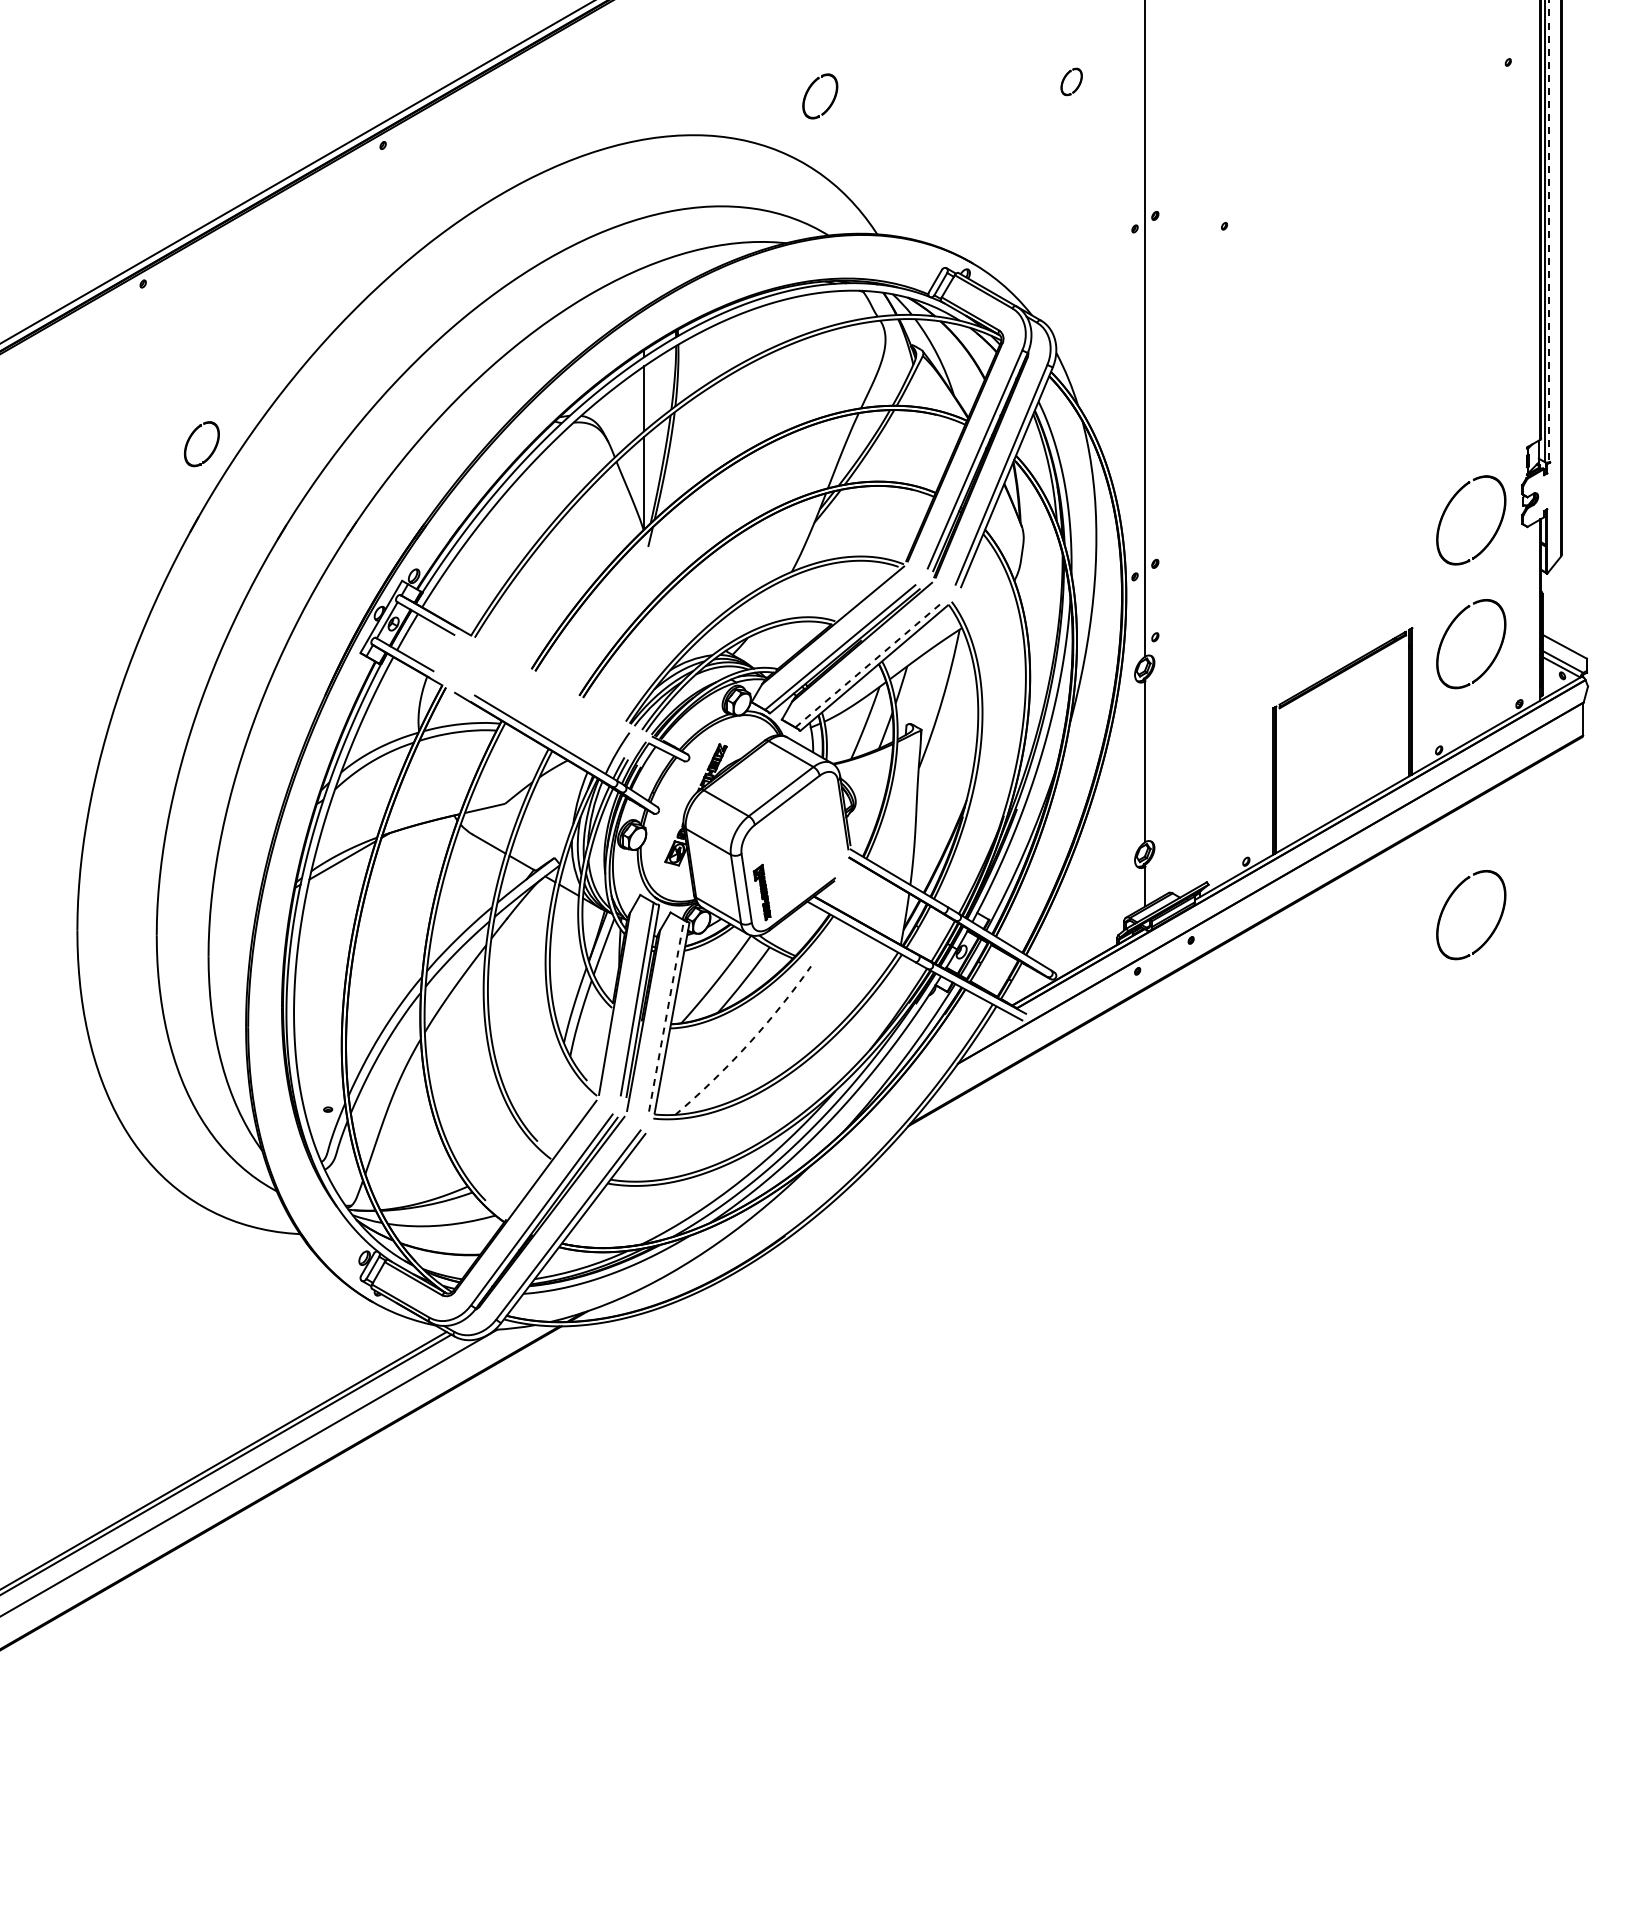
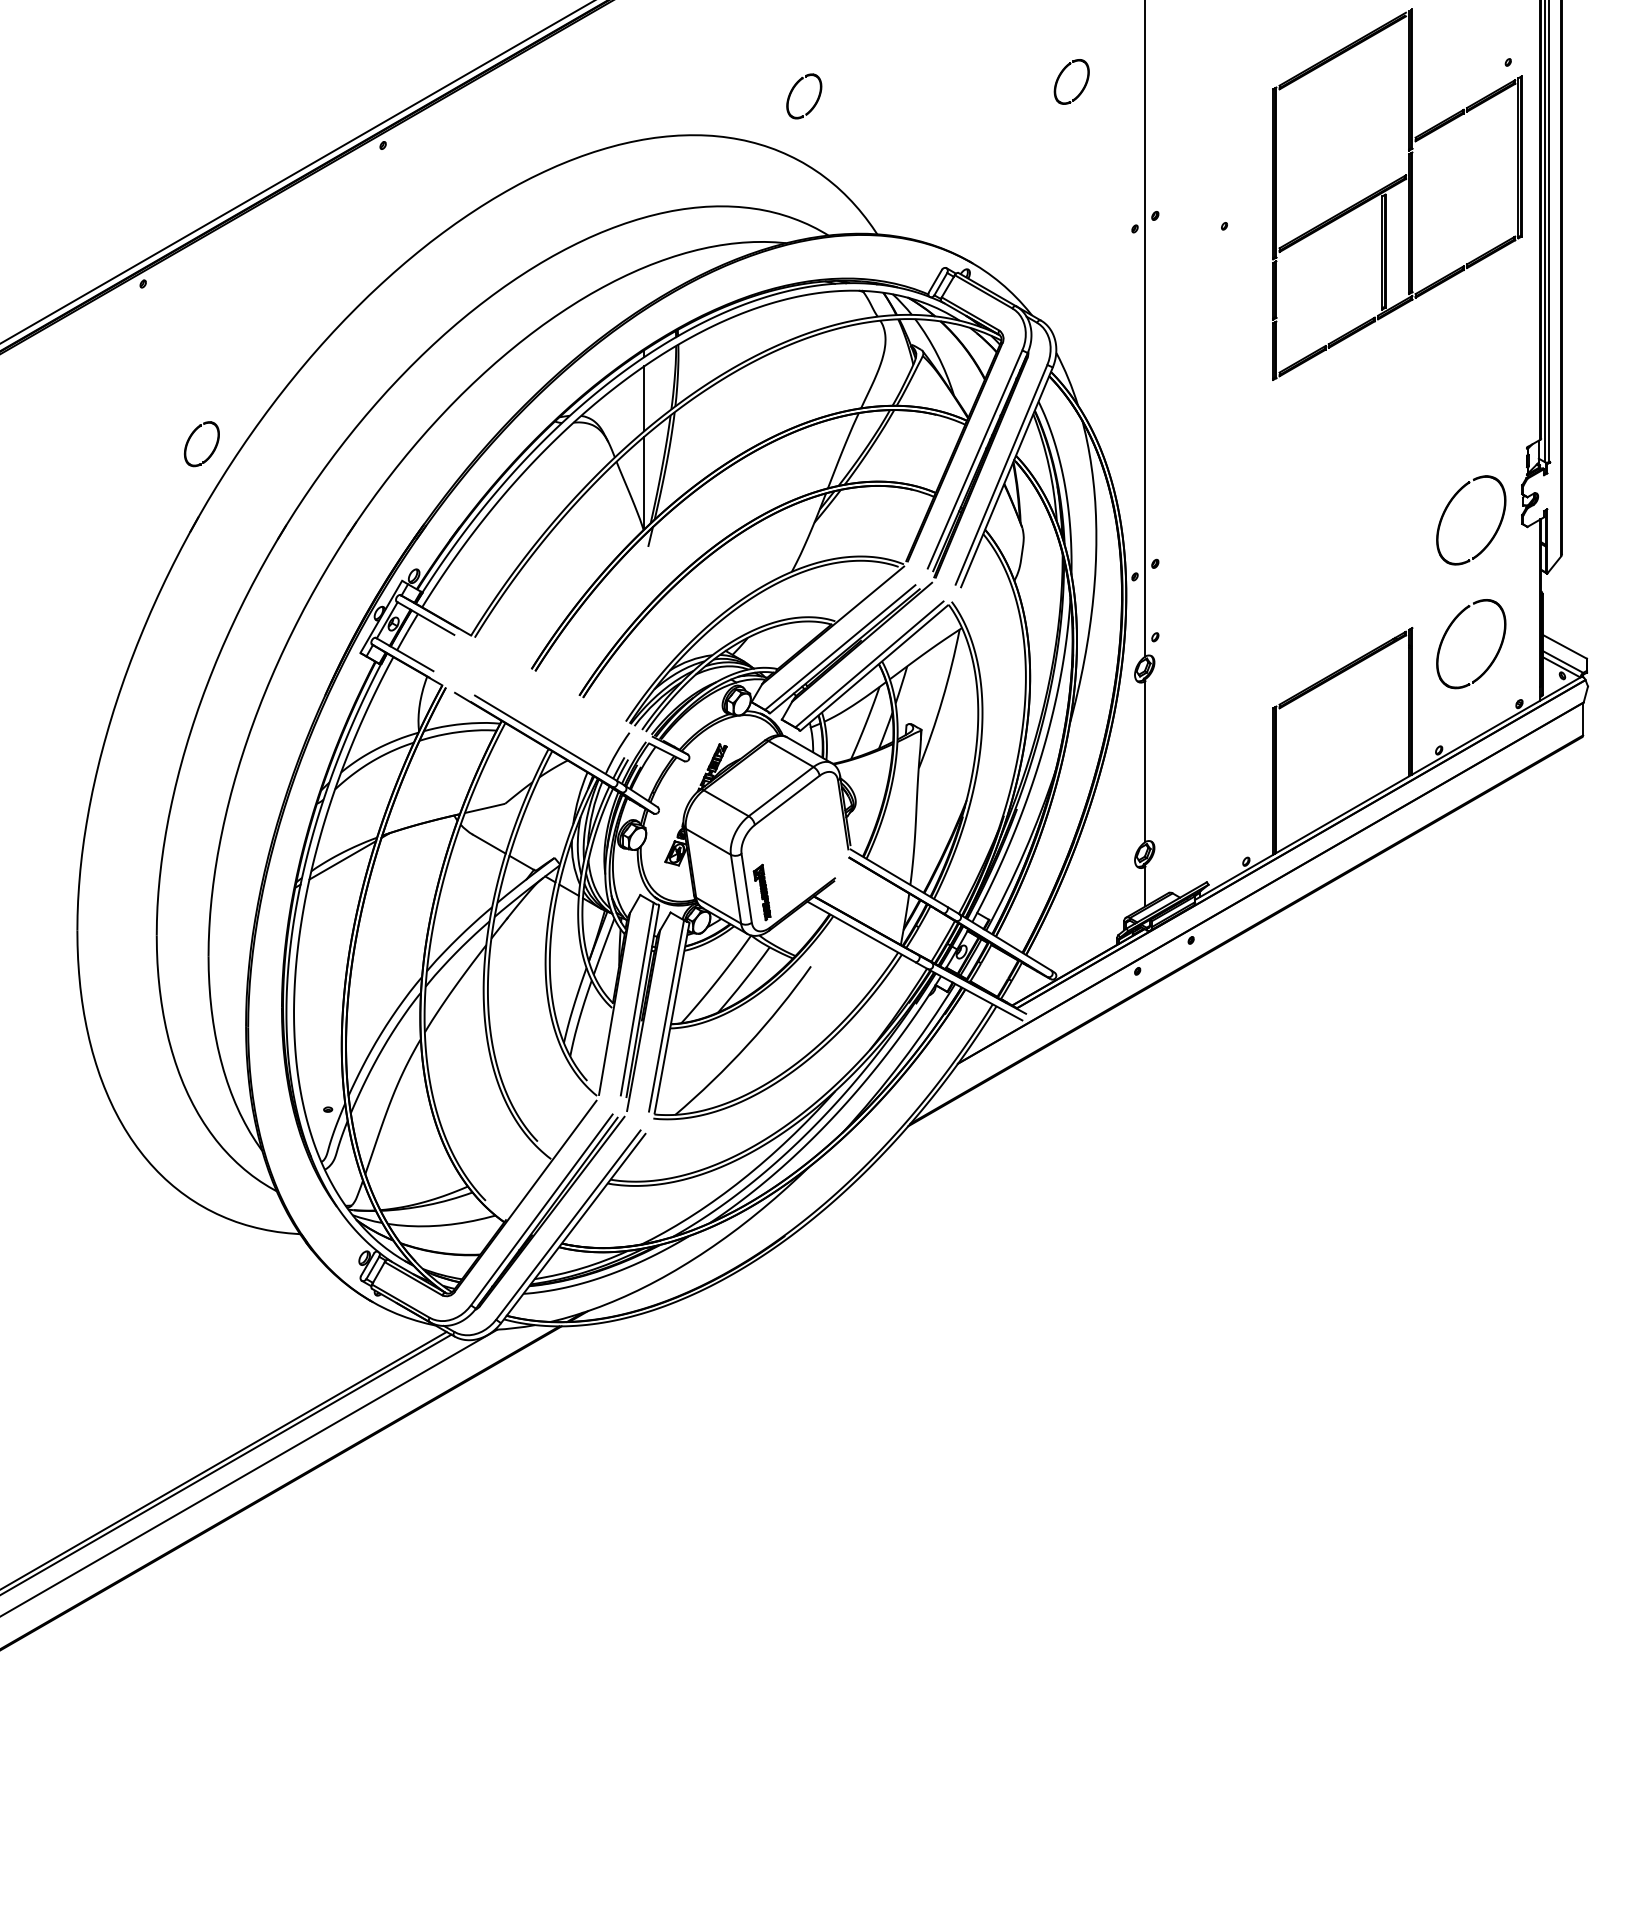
part at (1071, 81) size: 23x30 px -> 37x46 px
part at (831, 101) position: (831, 101) -> (815, 101)
part at (1393, 187): none -> present
line at (1549, 231): dashed -> solid
line at (869, 664): dashed -> solid
part at (1494, 927): present -> none
line at (666, 1015): dashed -> solid
arc at (747, 1044): dashed -> solid
